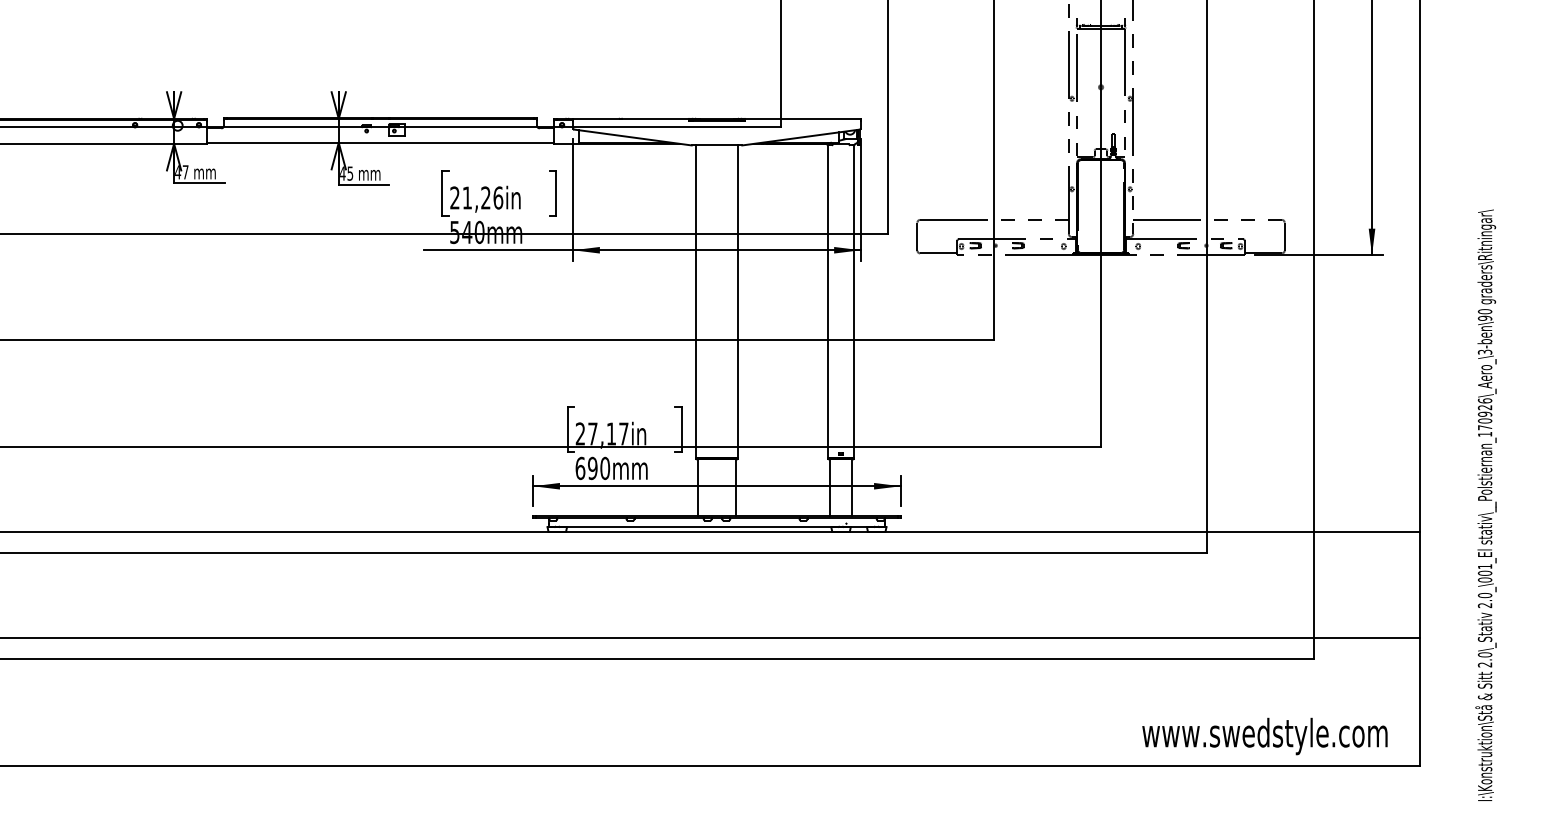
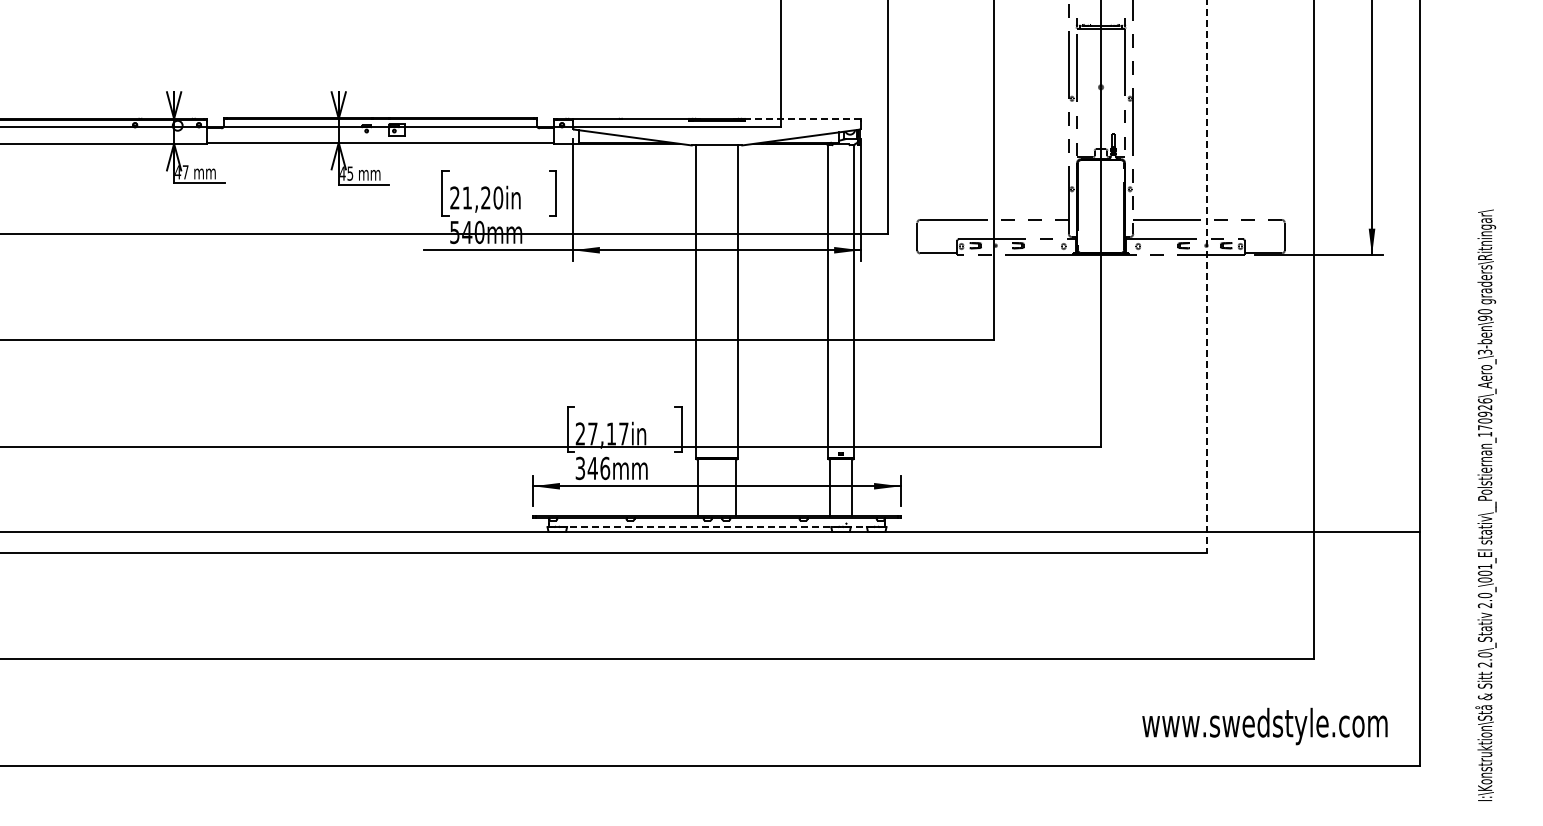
line at (803, 118): solid -> dashed
text at (498, 197): 21,26in -> 21,20in
line at (1207, 277): solid -> dashed
text at (592, 468): 690mm -> 346mm
line at (717, 526): solid -> dashed
line at (711, 638): present -> none
text at (1264, 736) position: (1264, 736) -> (1264, 726)
